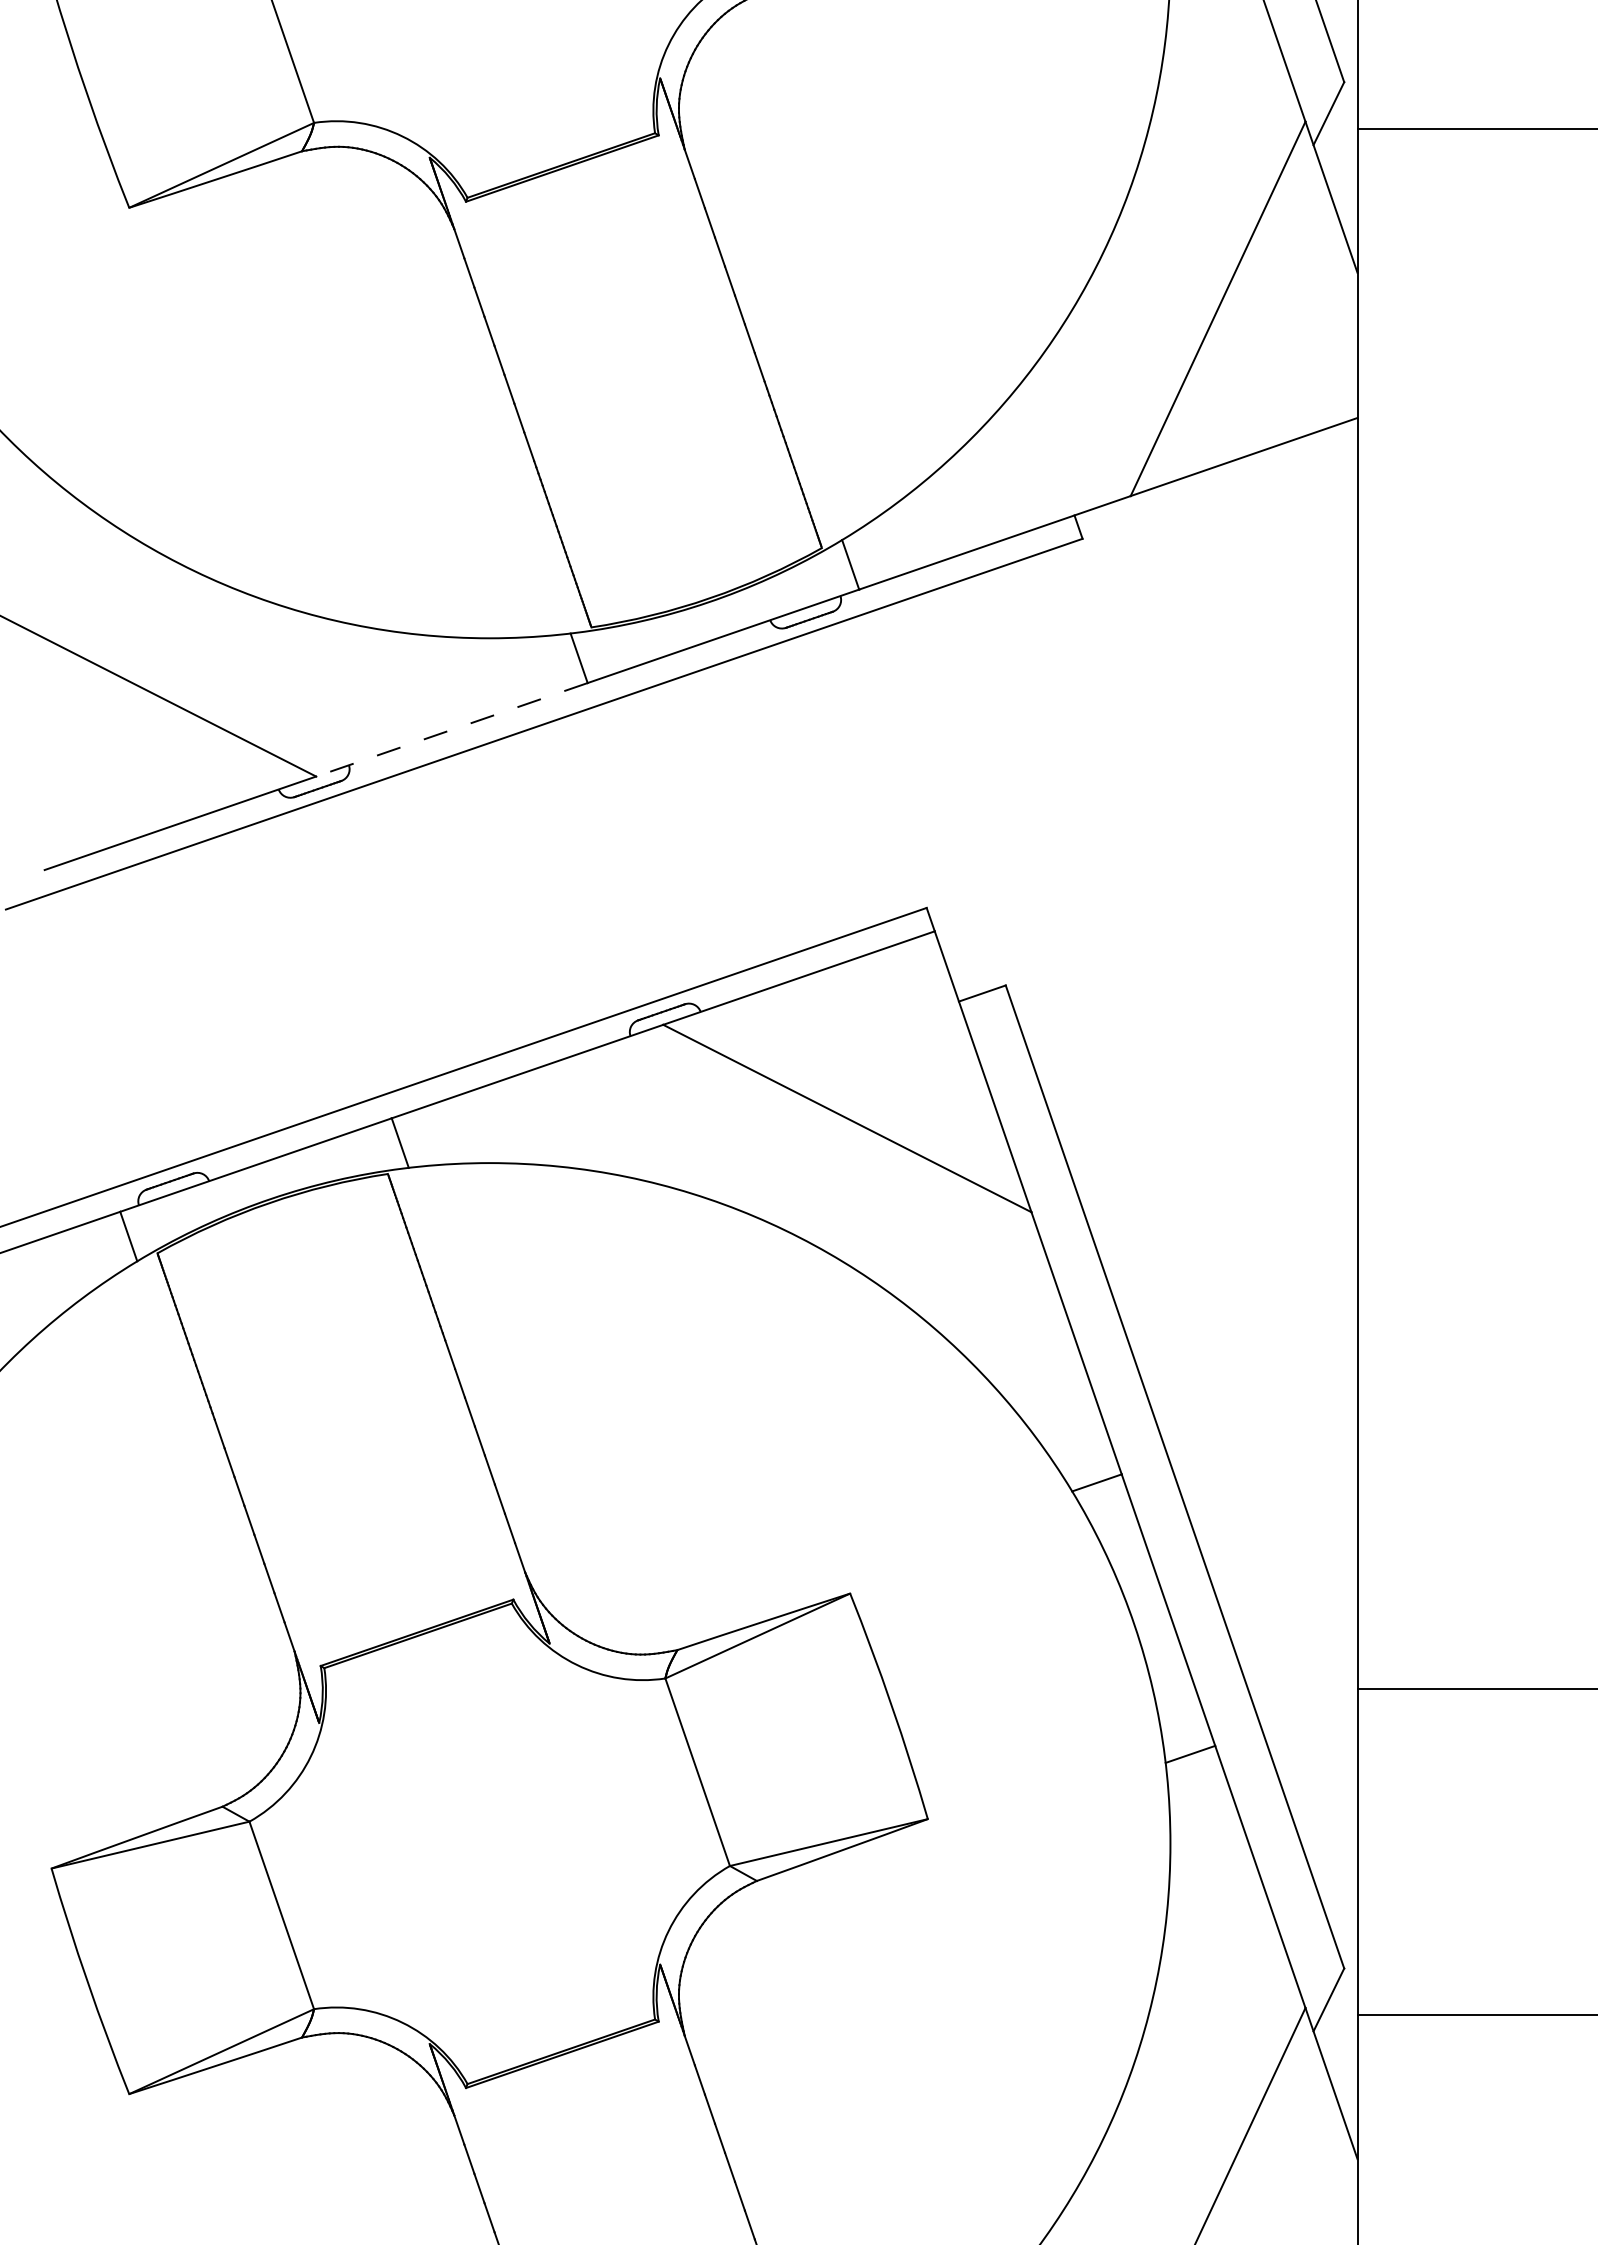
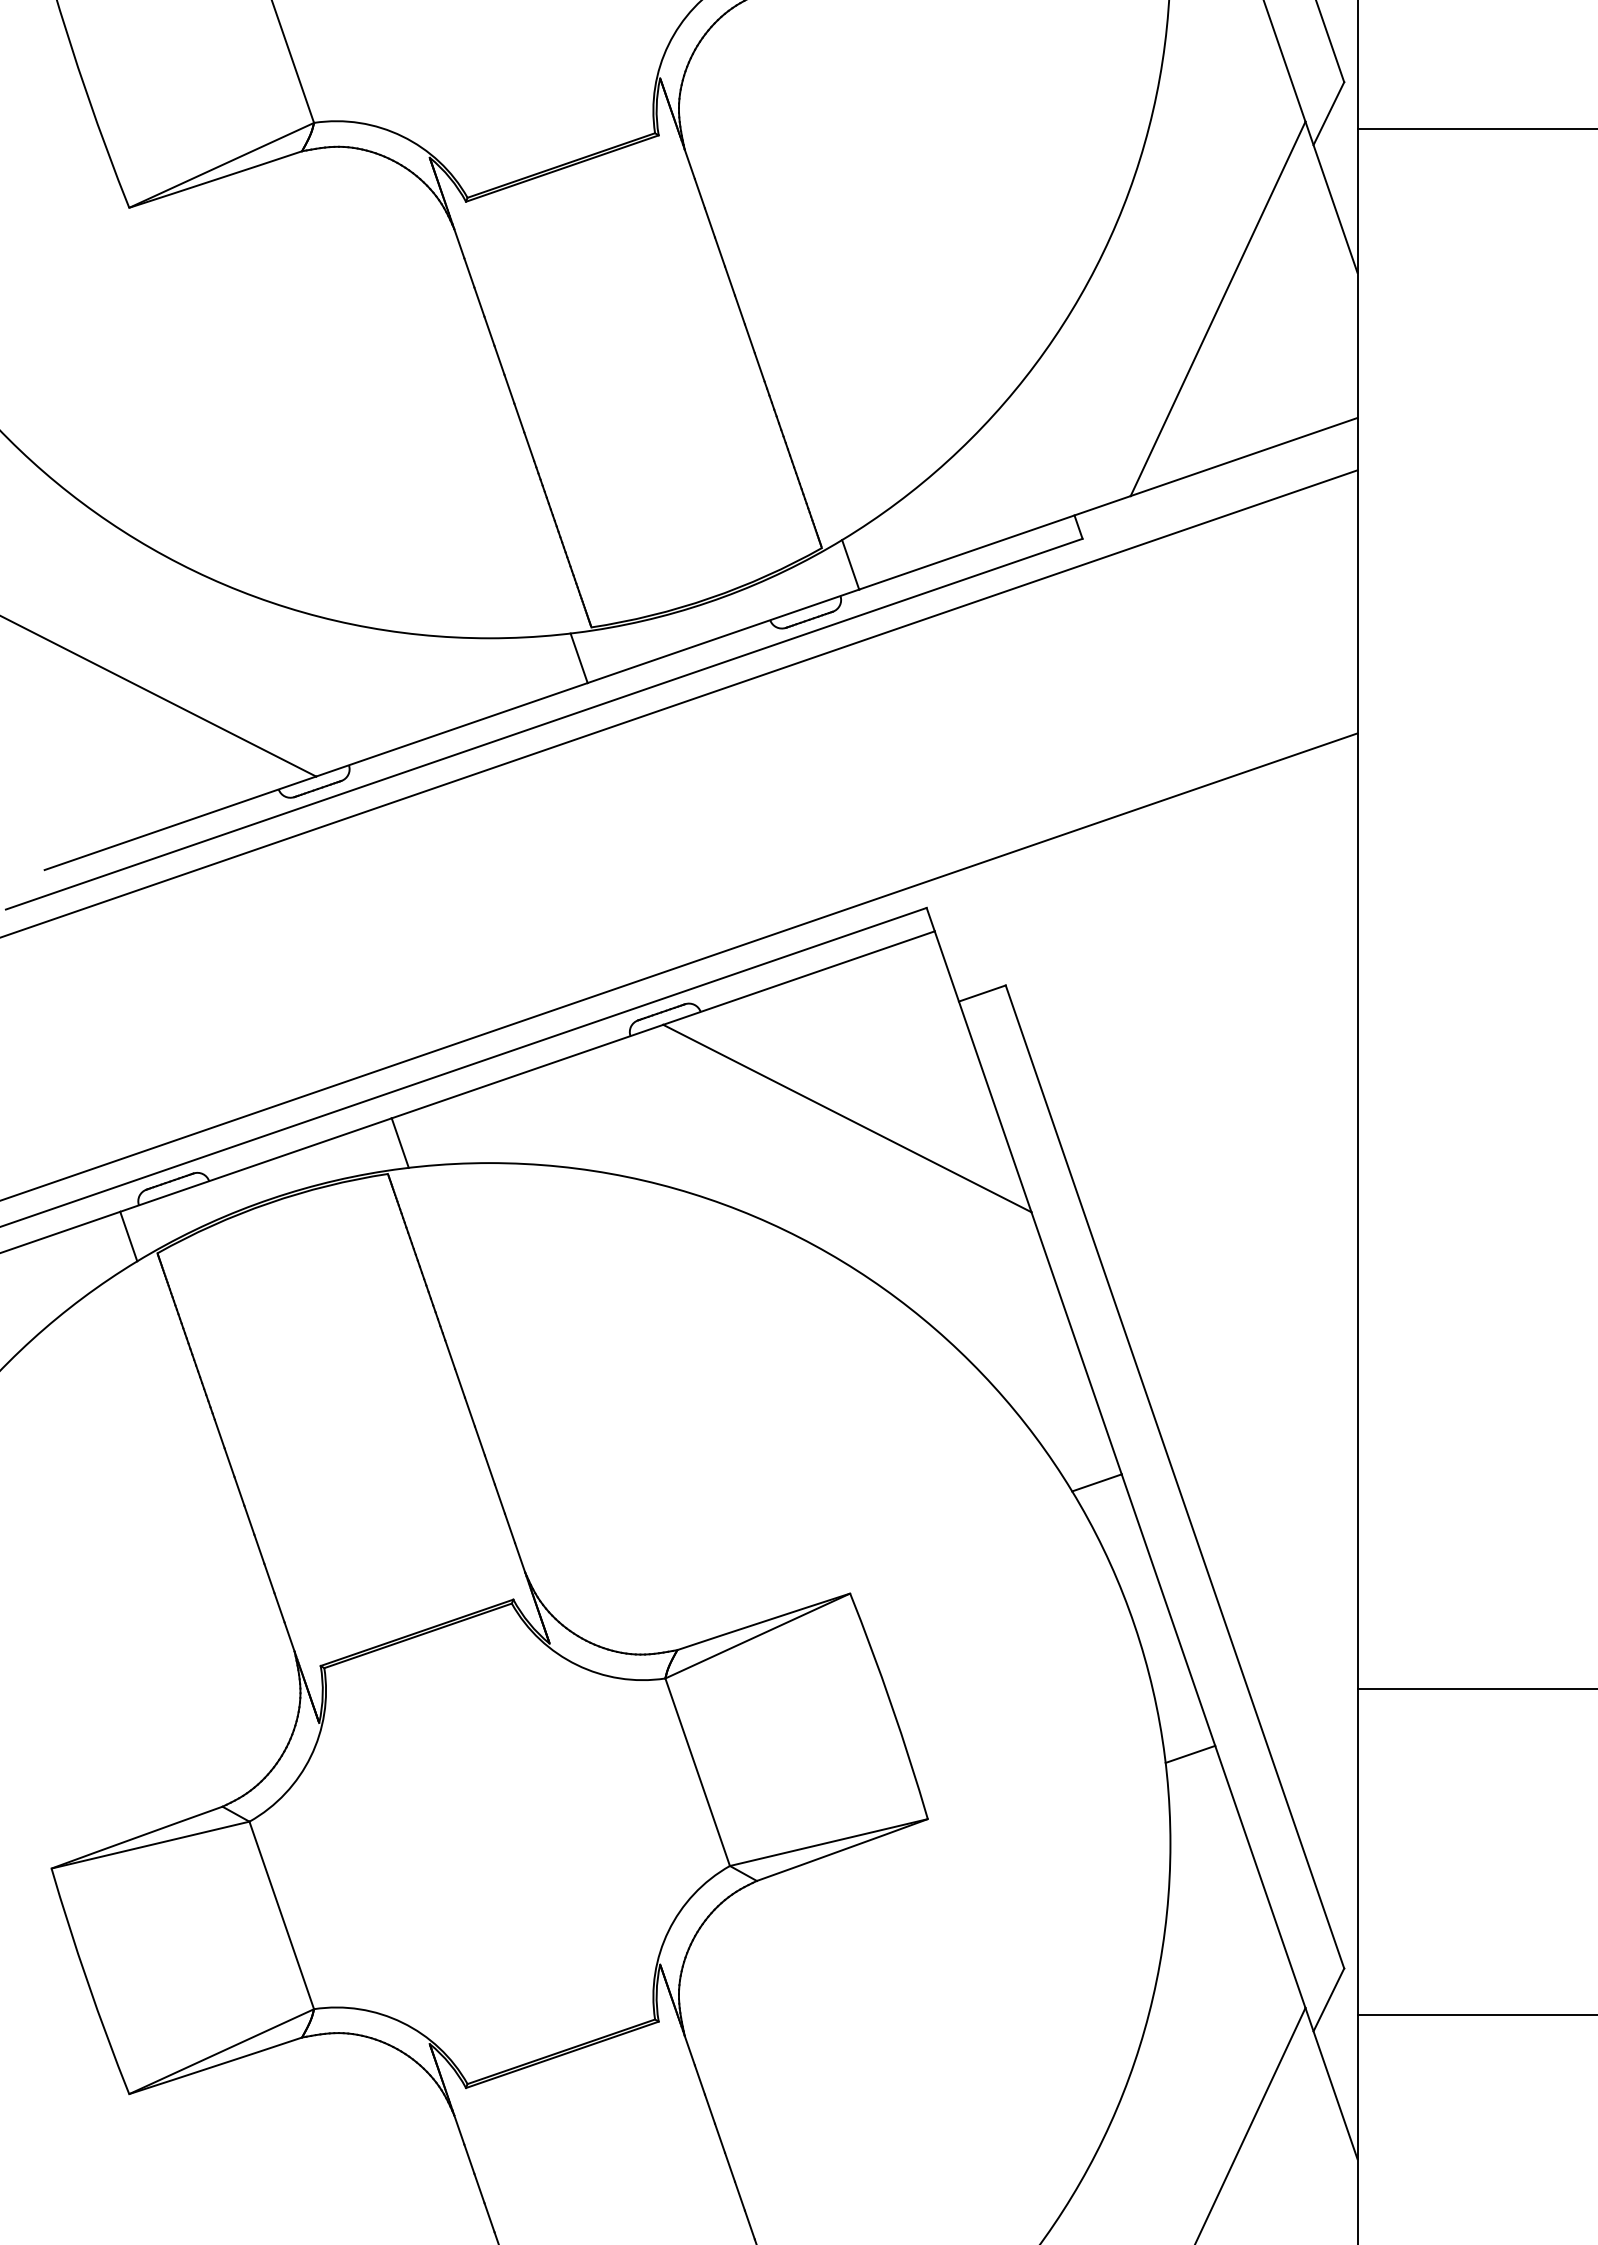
line at (679, 703): none -> present
line at (451, 729): dashed -> solid
line at (679, 966): none -> present
